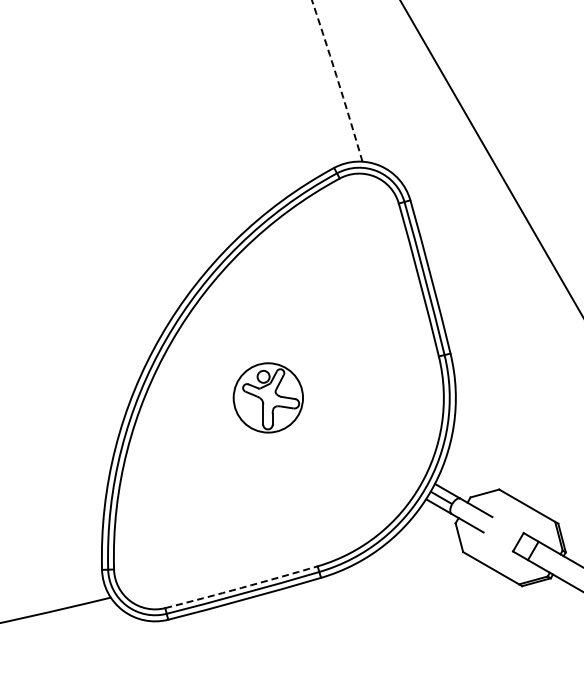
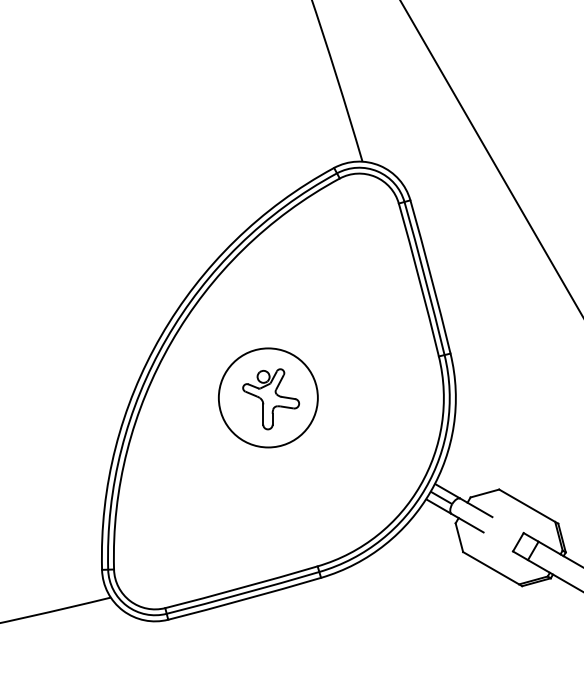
arc at (337, 80): dashed -> solid
circle at (268, 397) diameter: 69 px -> 99 px
arc at (241, 587): dashed -> solid
